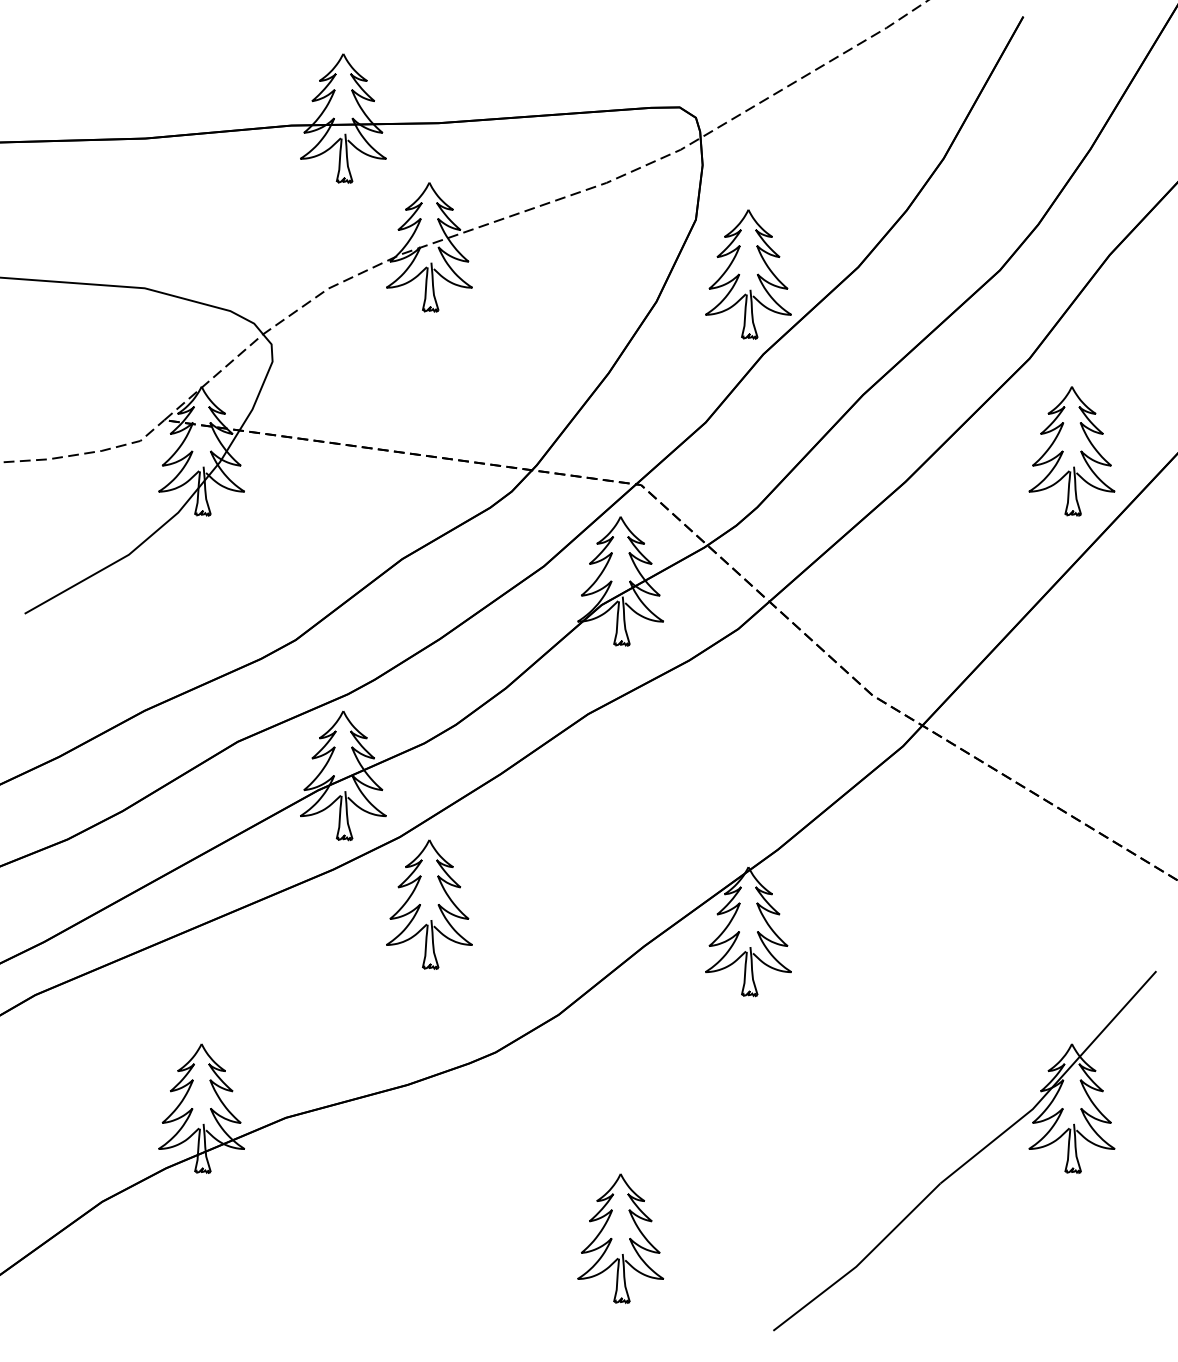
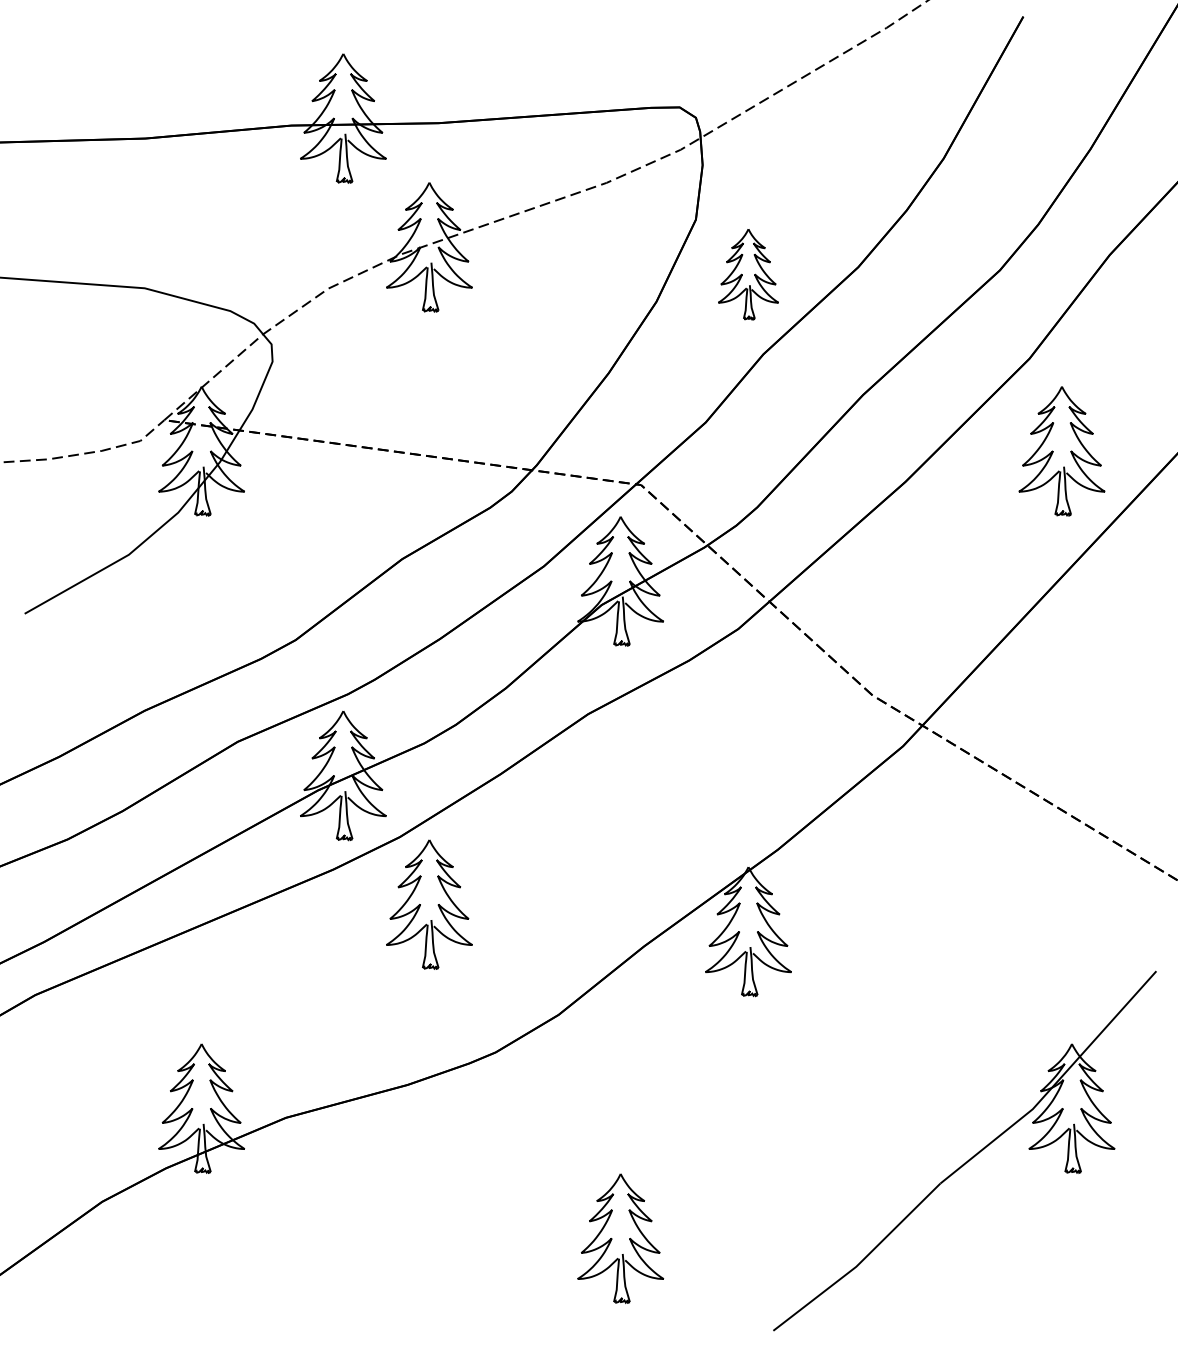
part at (748, 274) size: 87x131 px -> 61x92 px
part at (1071, 451) position: (1071, 451) -> (1061, 451)
